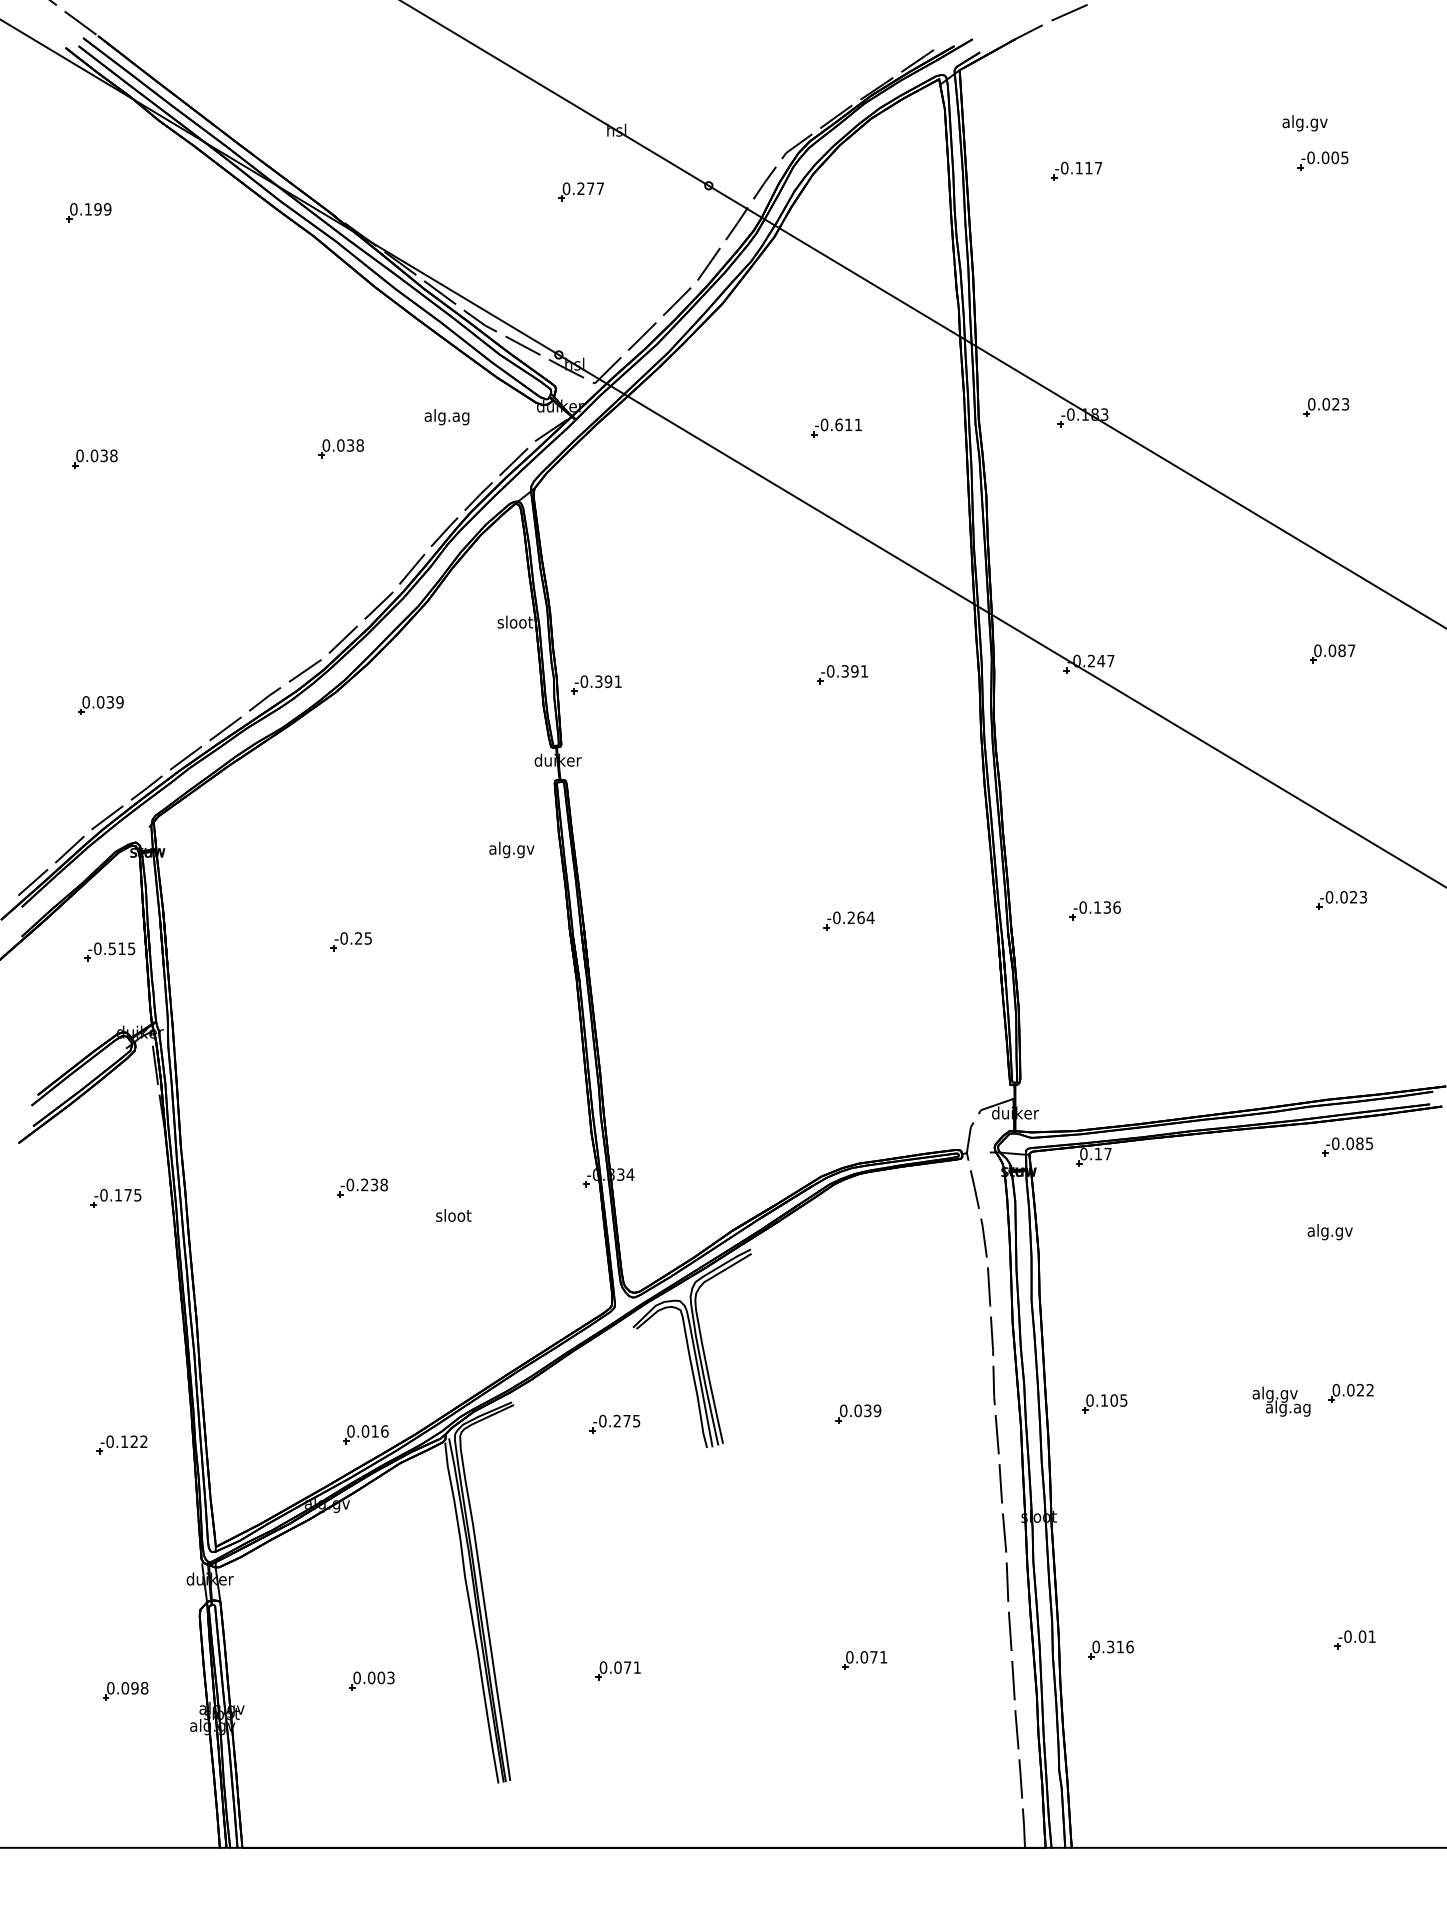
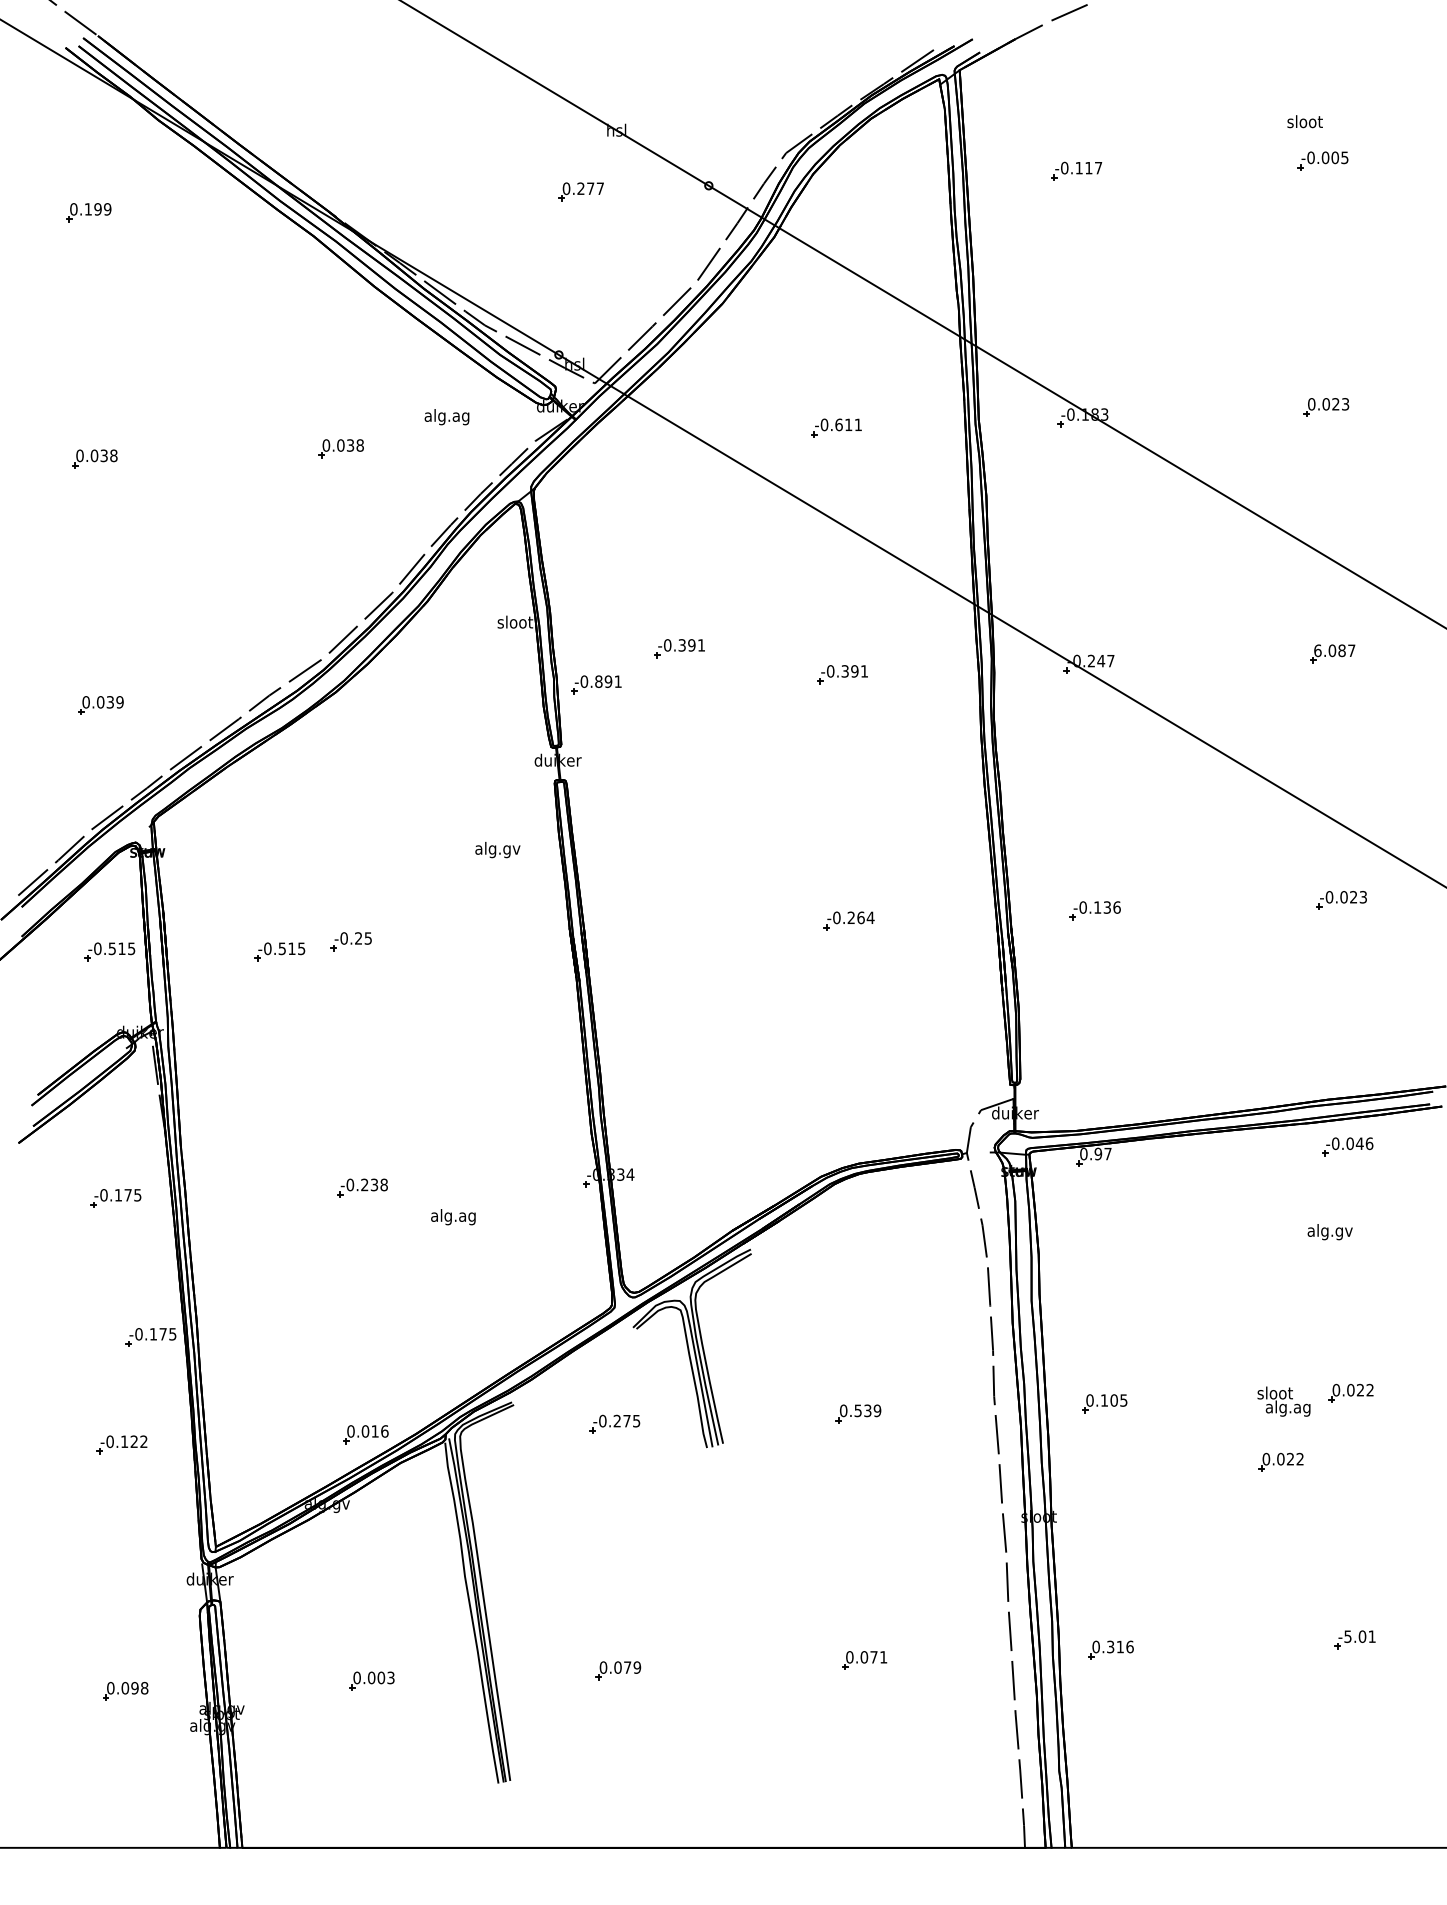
text at (1304, 123): alg.gv -> sloot
part at (679, 648): none -> present
text at (1317, 650): 0.087 -> 6.087
text at (598, 681): -0.391 -> -0.891
text at (511, 850) position: (511, 850) -> (497, 850)
part at (279, 951): none -> present
text at (1364, 1143): -0.085 -> -0.046
text at (1098, 1153): 0.17 -> 0.97
text at (453, 1217): sloot -> alg.ag
part at (150, 1337): none -> present
text at (1274, 1394): alg.gv -> sloot
text at (857, 1410): 0.039 -> 0.539
part at (1280, 1461): none -> present
text at (1347, 1636): -0.01 -> -5.01
text at (637, 1667): 0.071 -> 0.079
